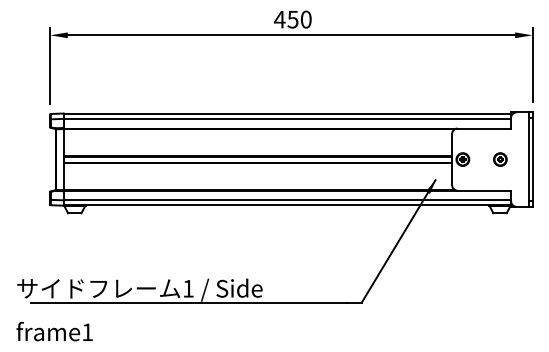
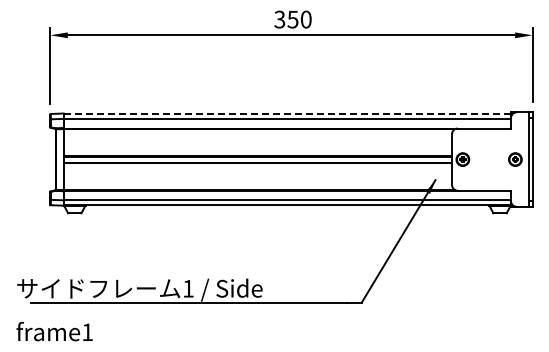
text at (279, 19): 450 -> 350
line at (287, 114): solid -> dashed
part at (500, 159) position: (500, 159) -> (515, 159)
